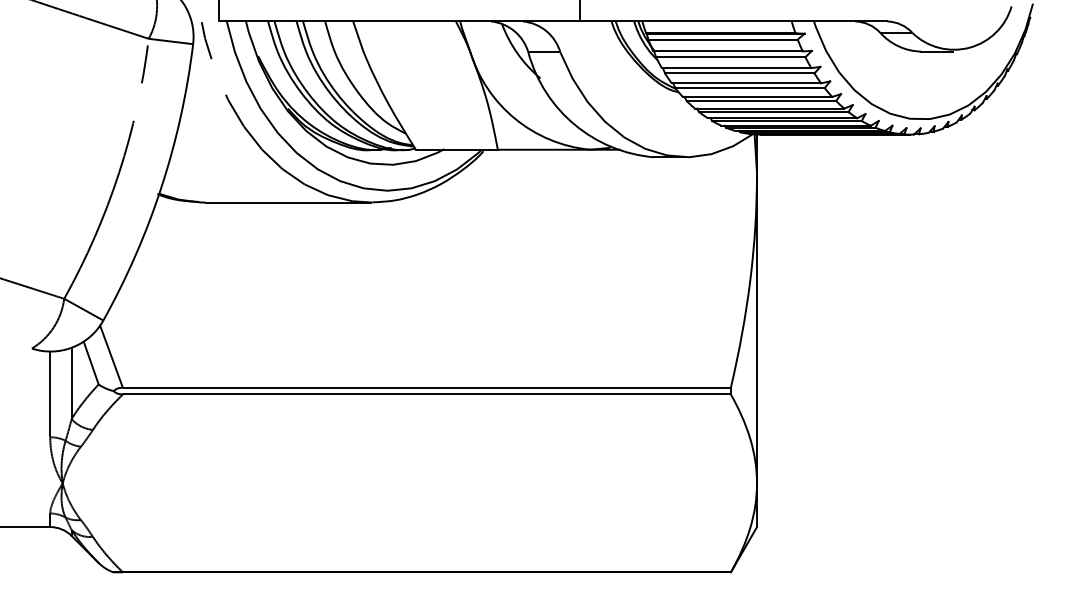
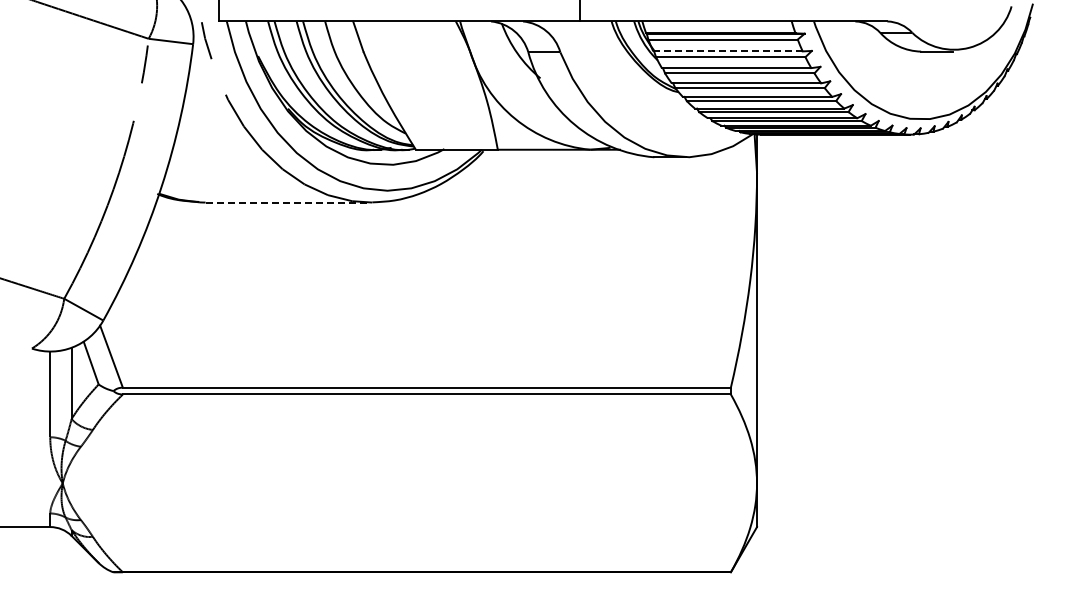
line at (728, 51): solid -> dashed
line at (288, 202): solid -> dashed
